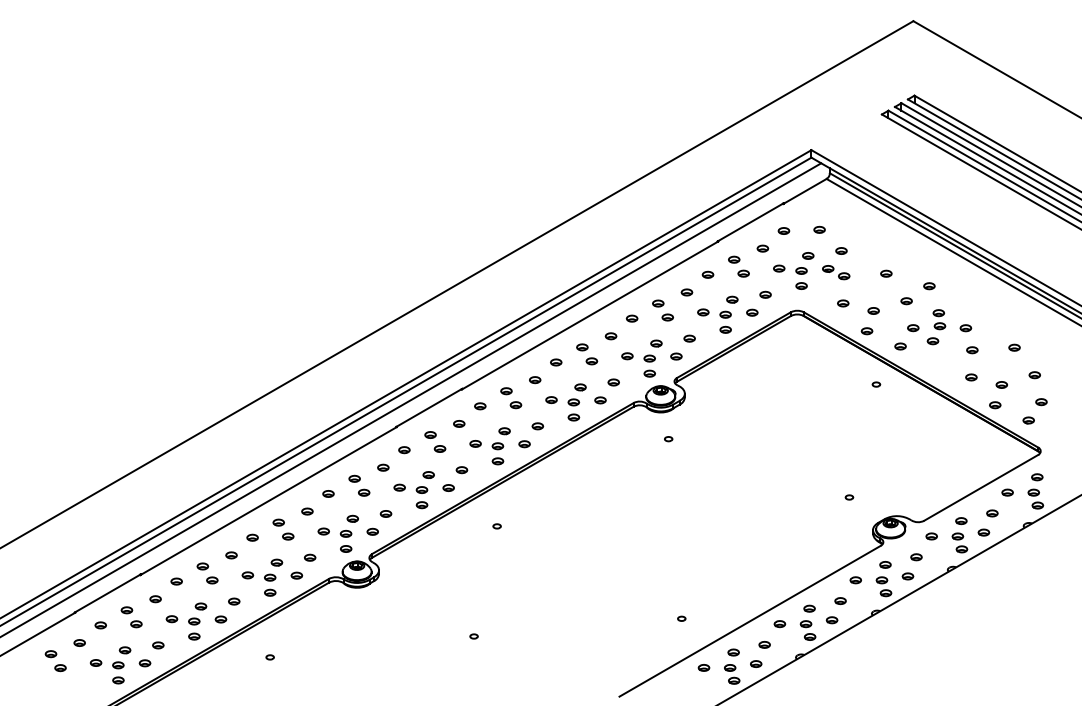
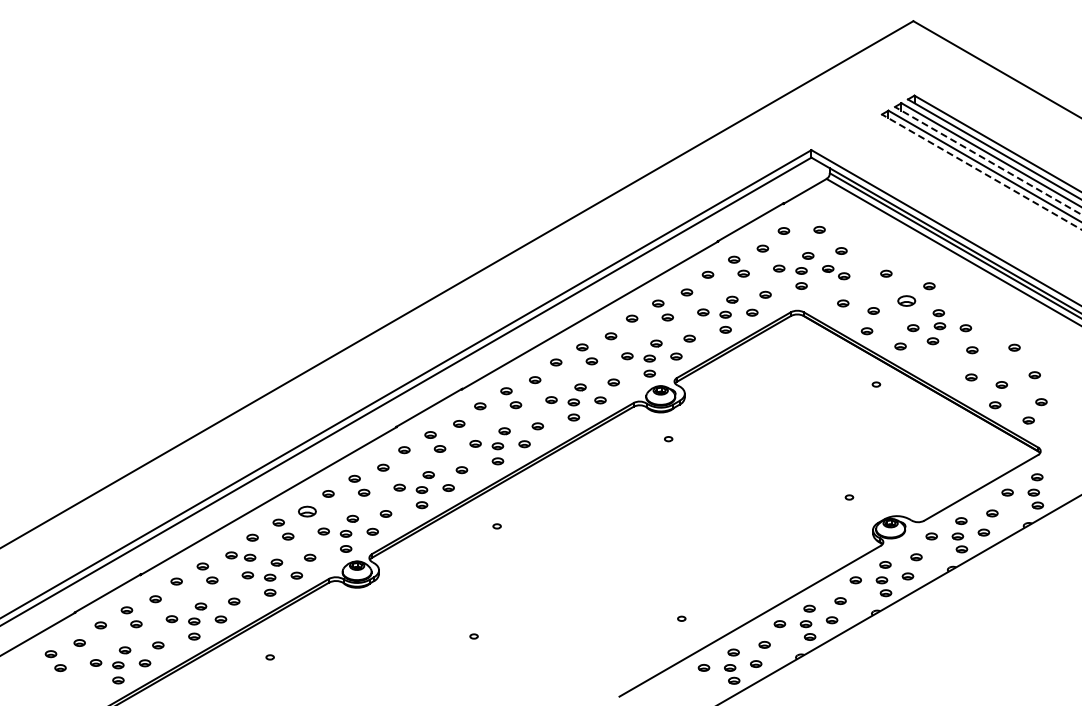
line at (988, 160): solid -> dashed
line at (981, 171): solid -> dashed
part at (906, 301) size: 13x9 px -> 20x12 px
line at (411, 399): present -> none
part at (307, 511) size: 13x9 px -> 19x13 px
part at (249, 557): none -> present
